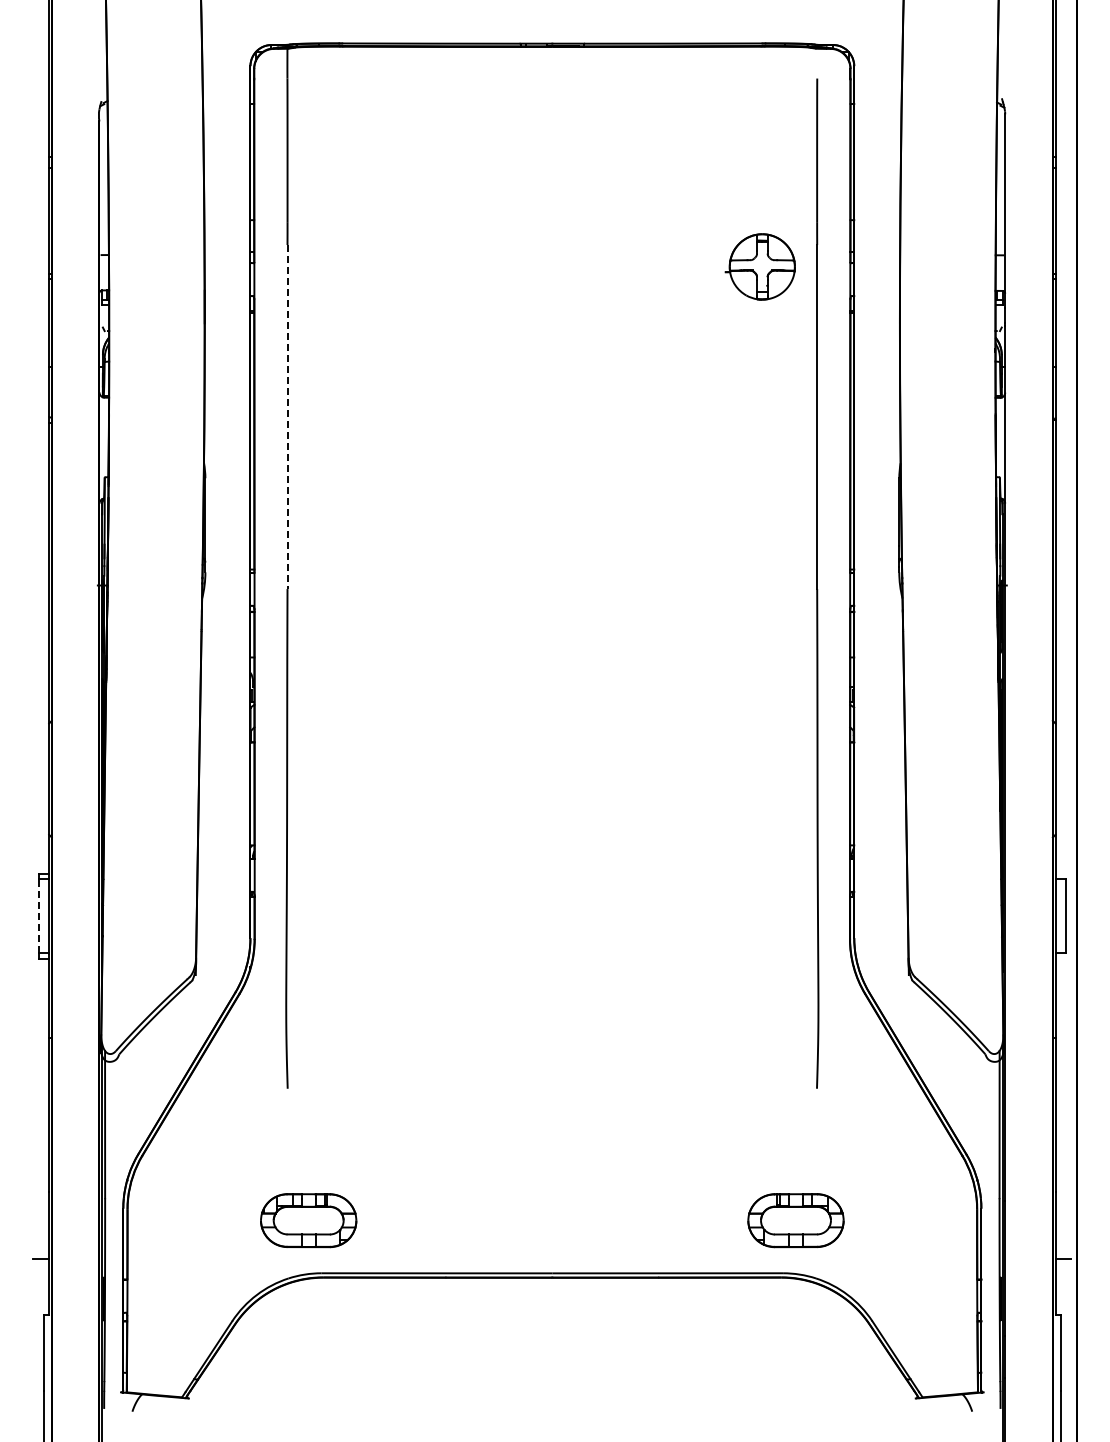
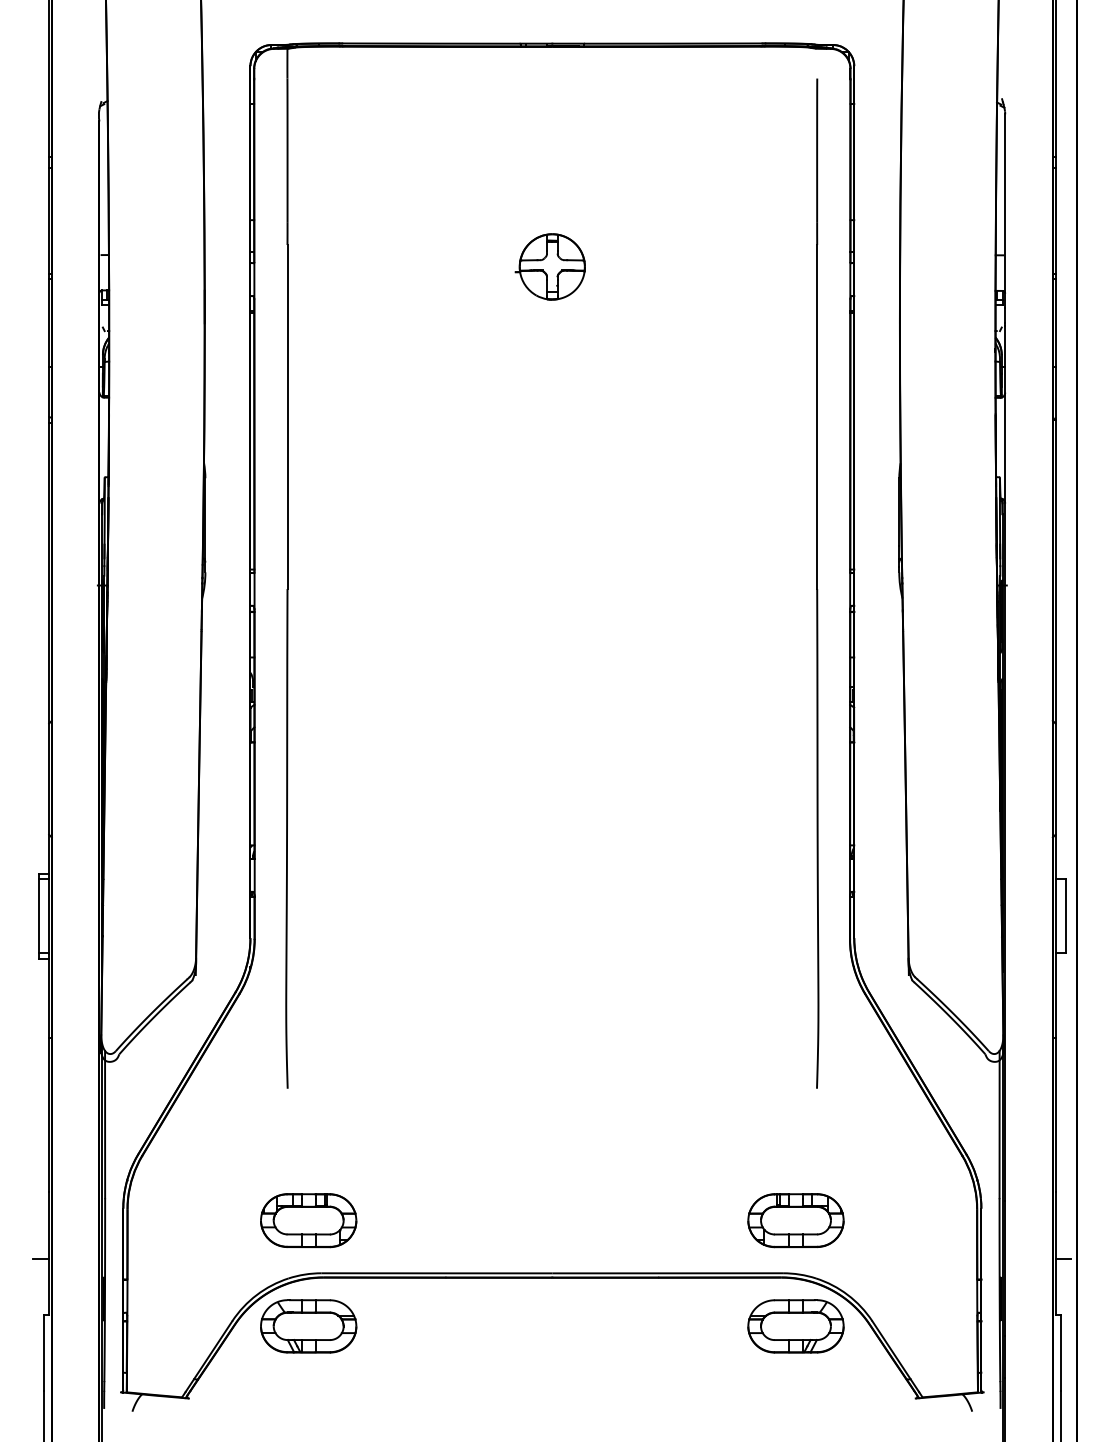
part at (759, 266) position: (759, 266) -> (549, 266)
line at (287, 417): dashed -> solid
line at (38, 915): dashed -> solid
part at (308, 1326): none -> present
part at (795, 1326): none -> present
